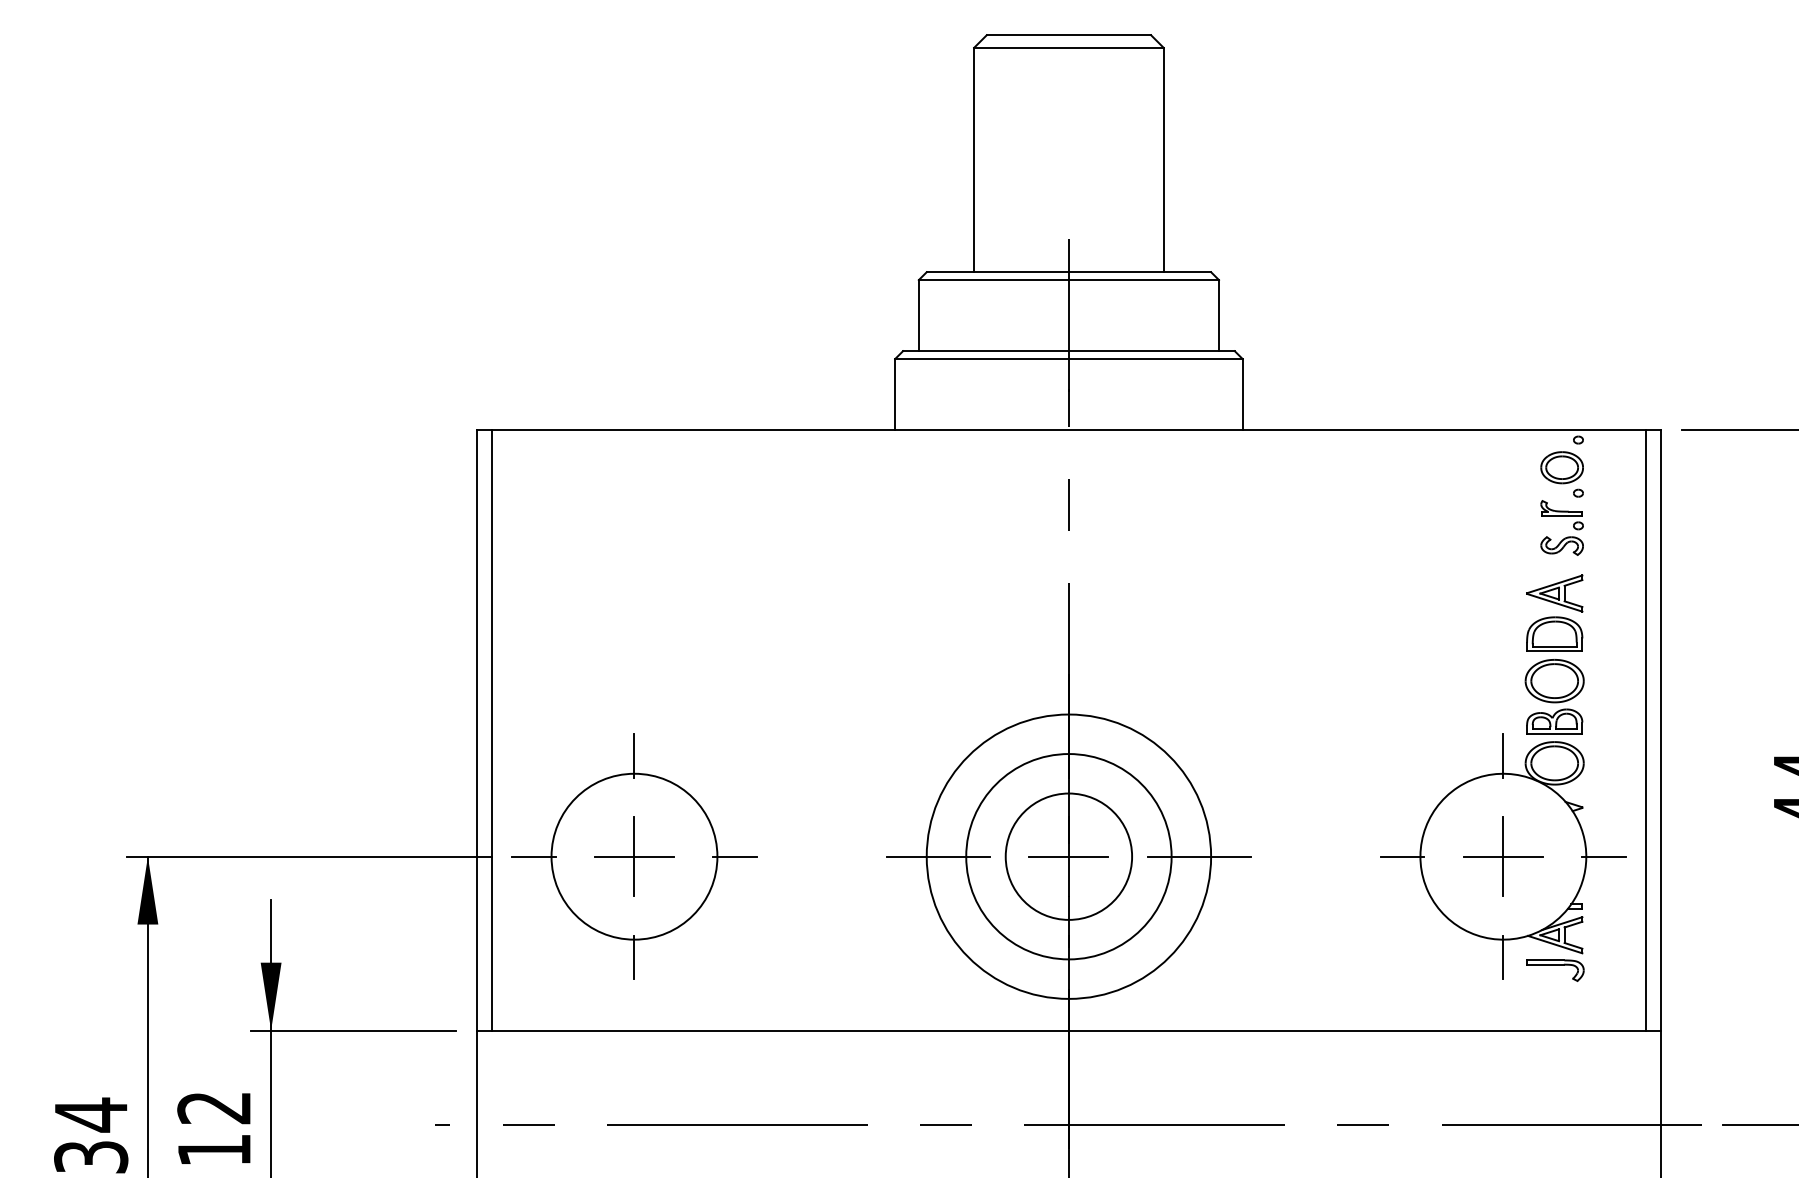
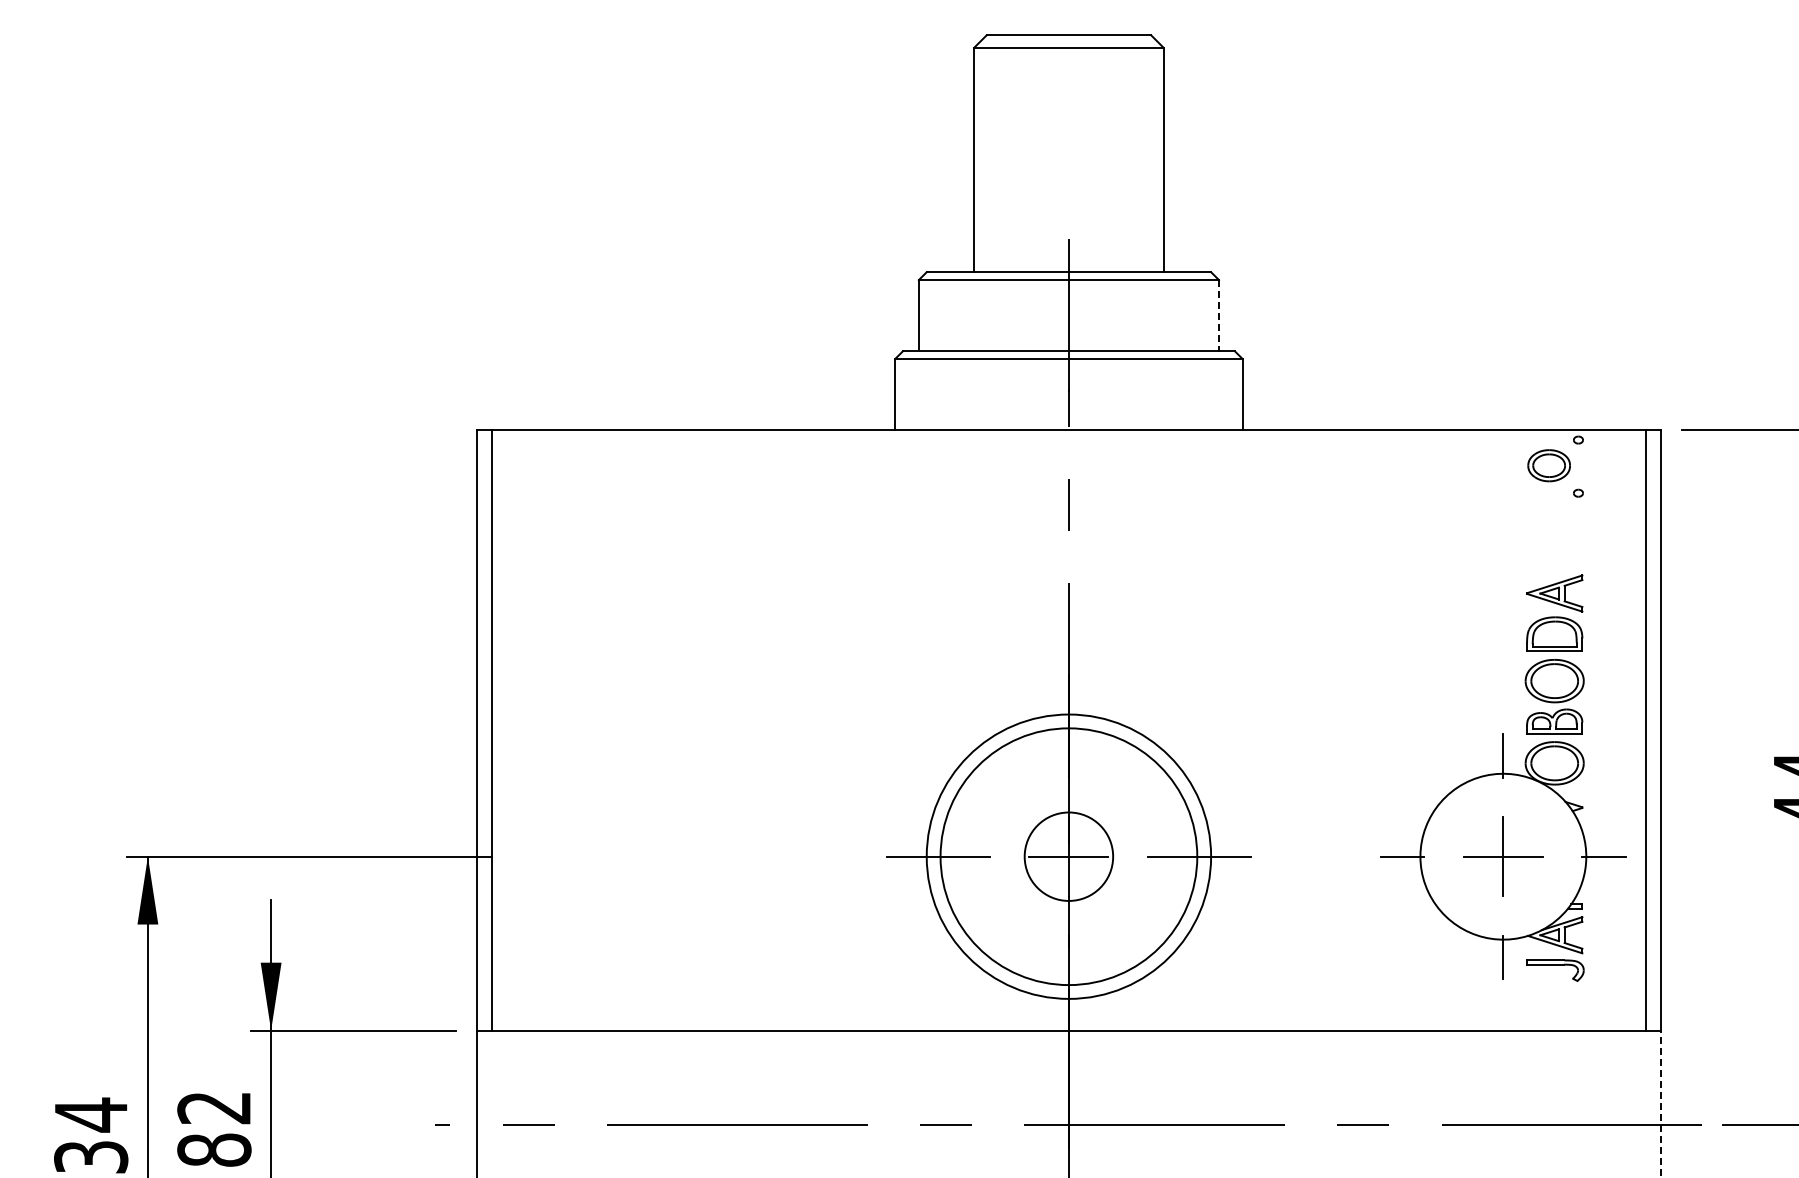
line at (1219, 315): solid -> dashed
part at (1561, 467) position: (1561, 467) -> (1548, 465)
part at (1565, 537): present -> none
part at (634, 856): present -> none
circle at (1068, 856) diameter: 126 px -> 88 px
circle at (1068, 856) diameter: 205 px -> 257 px
line at (1661, 1103): solid -> dashed
text at (214, 1149): 12 -> 82
